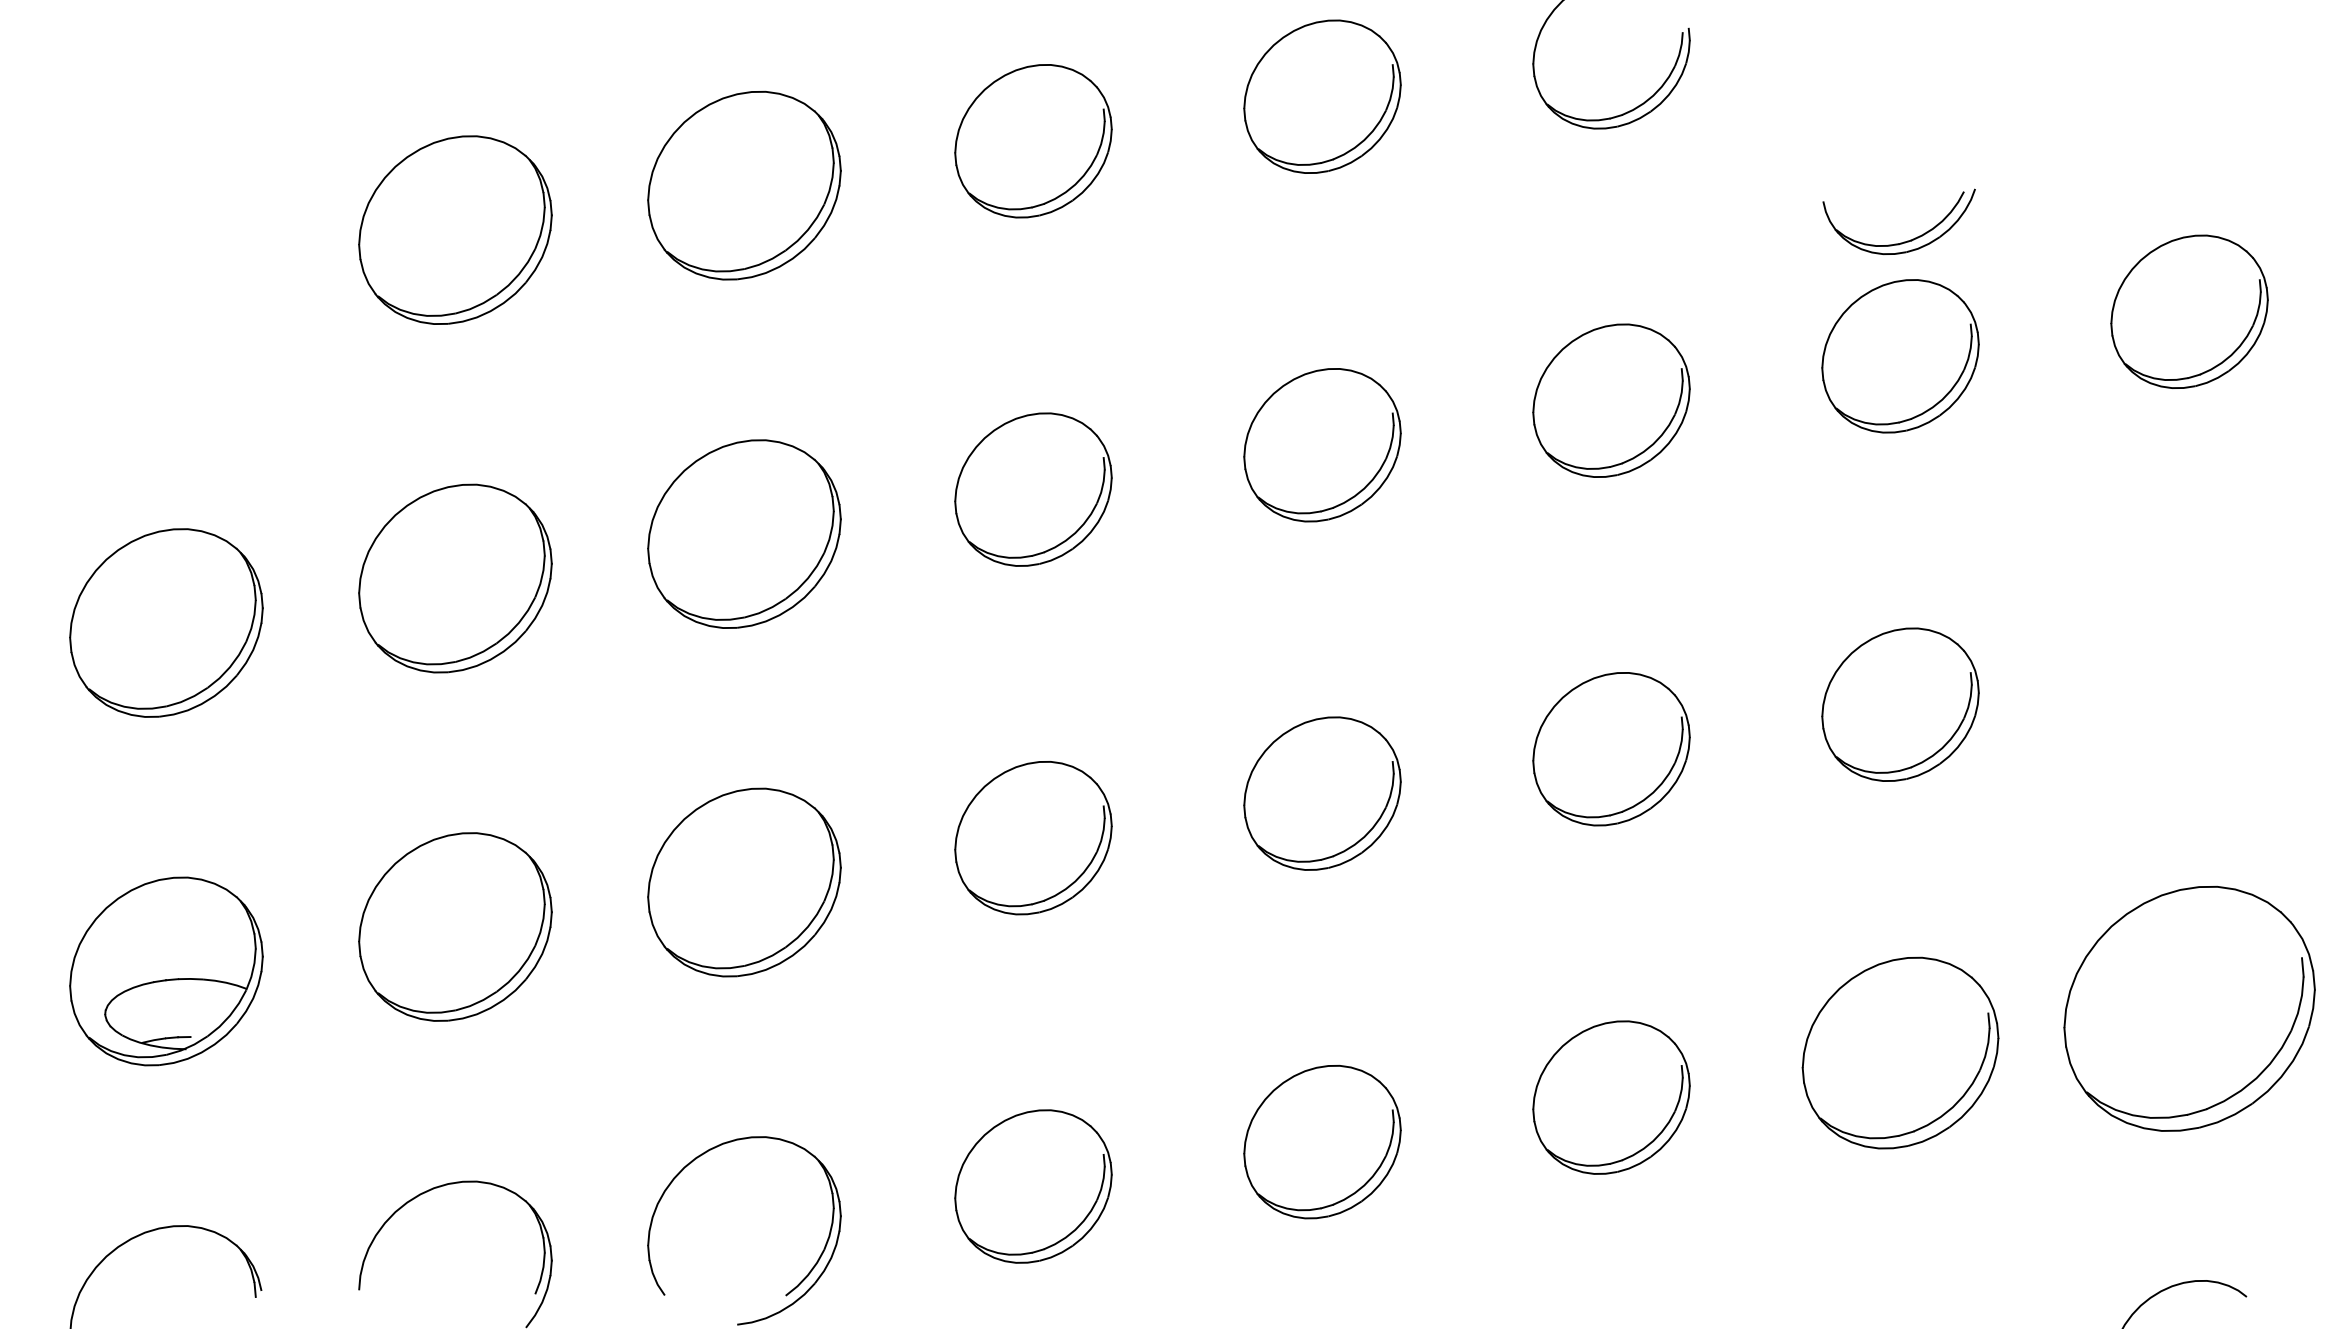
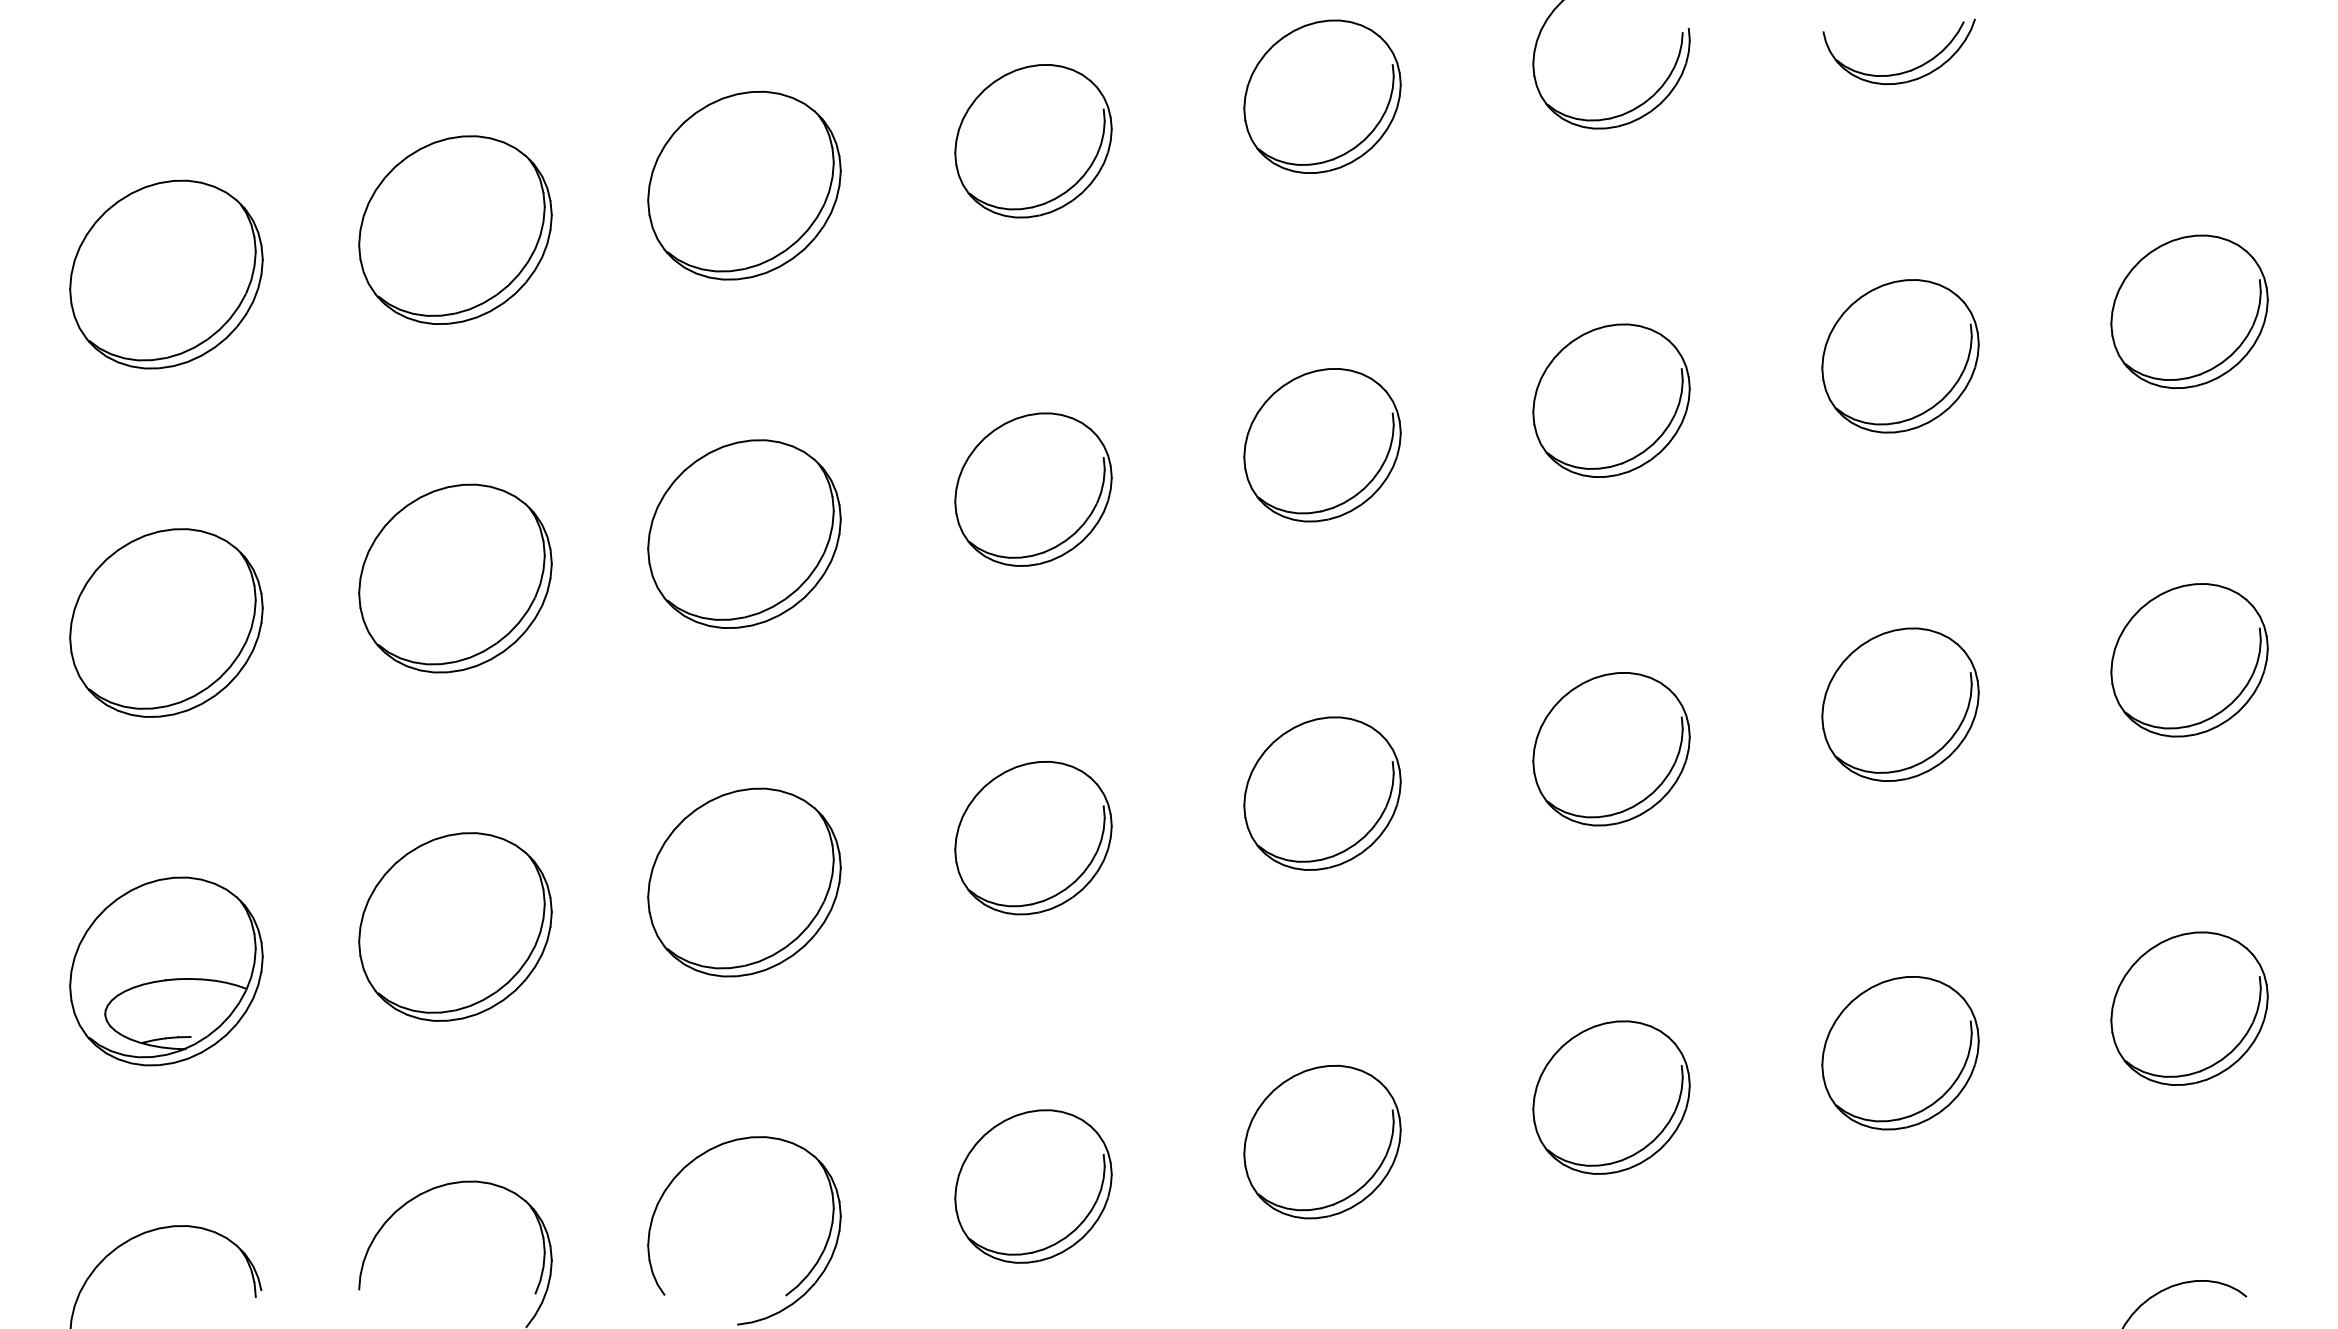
part at (1903, 241) position: (1903, 241) -> (1903, 71)
part at (166, 274): none -> present
part at (2189, 660): none -> present
part at (2189, 1008) size: 253x247 px -> 159x155 px
part at (1900, 1052) size: 199x194 px -> 159x155 px
